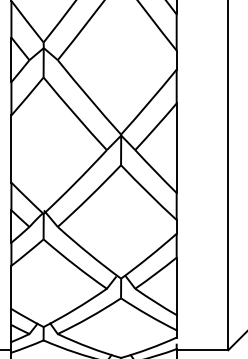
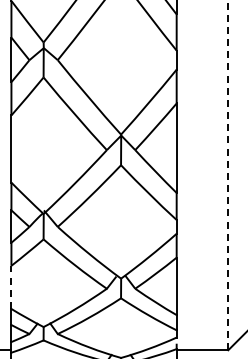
line at (228, 175): solid -> dashed
line at (11, 287): solid -> dashed
